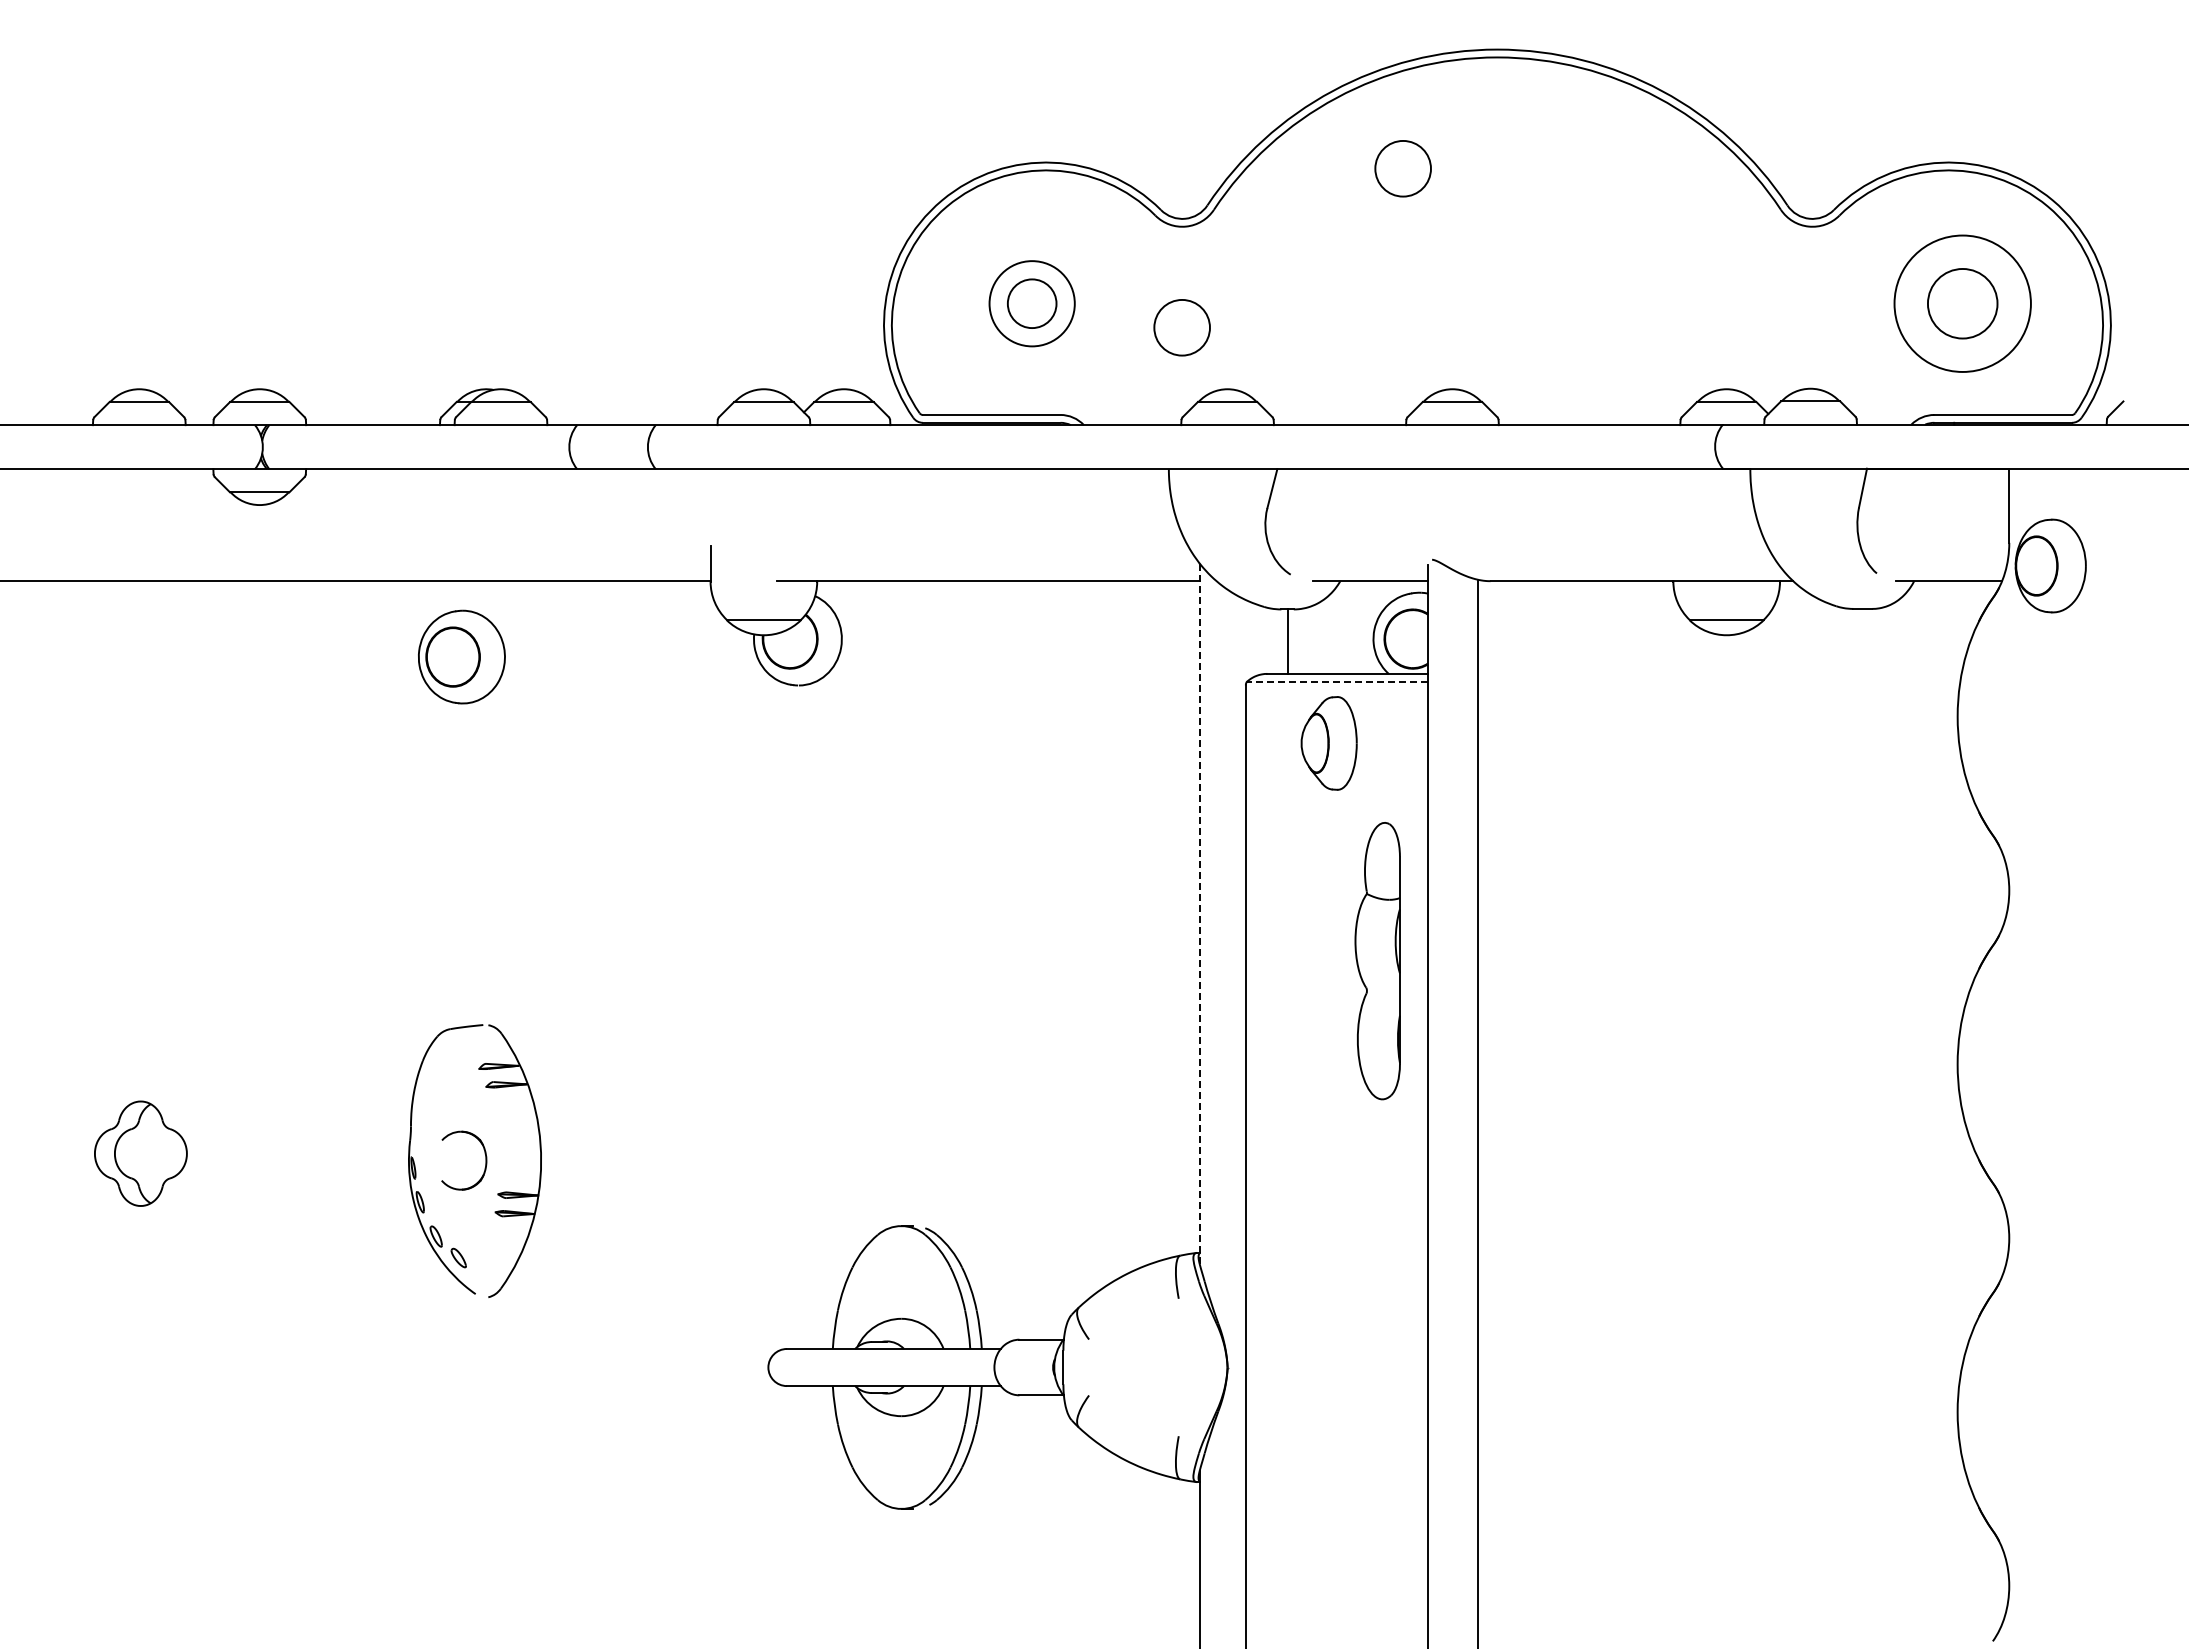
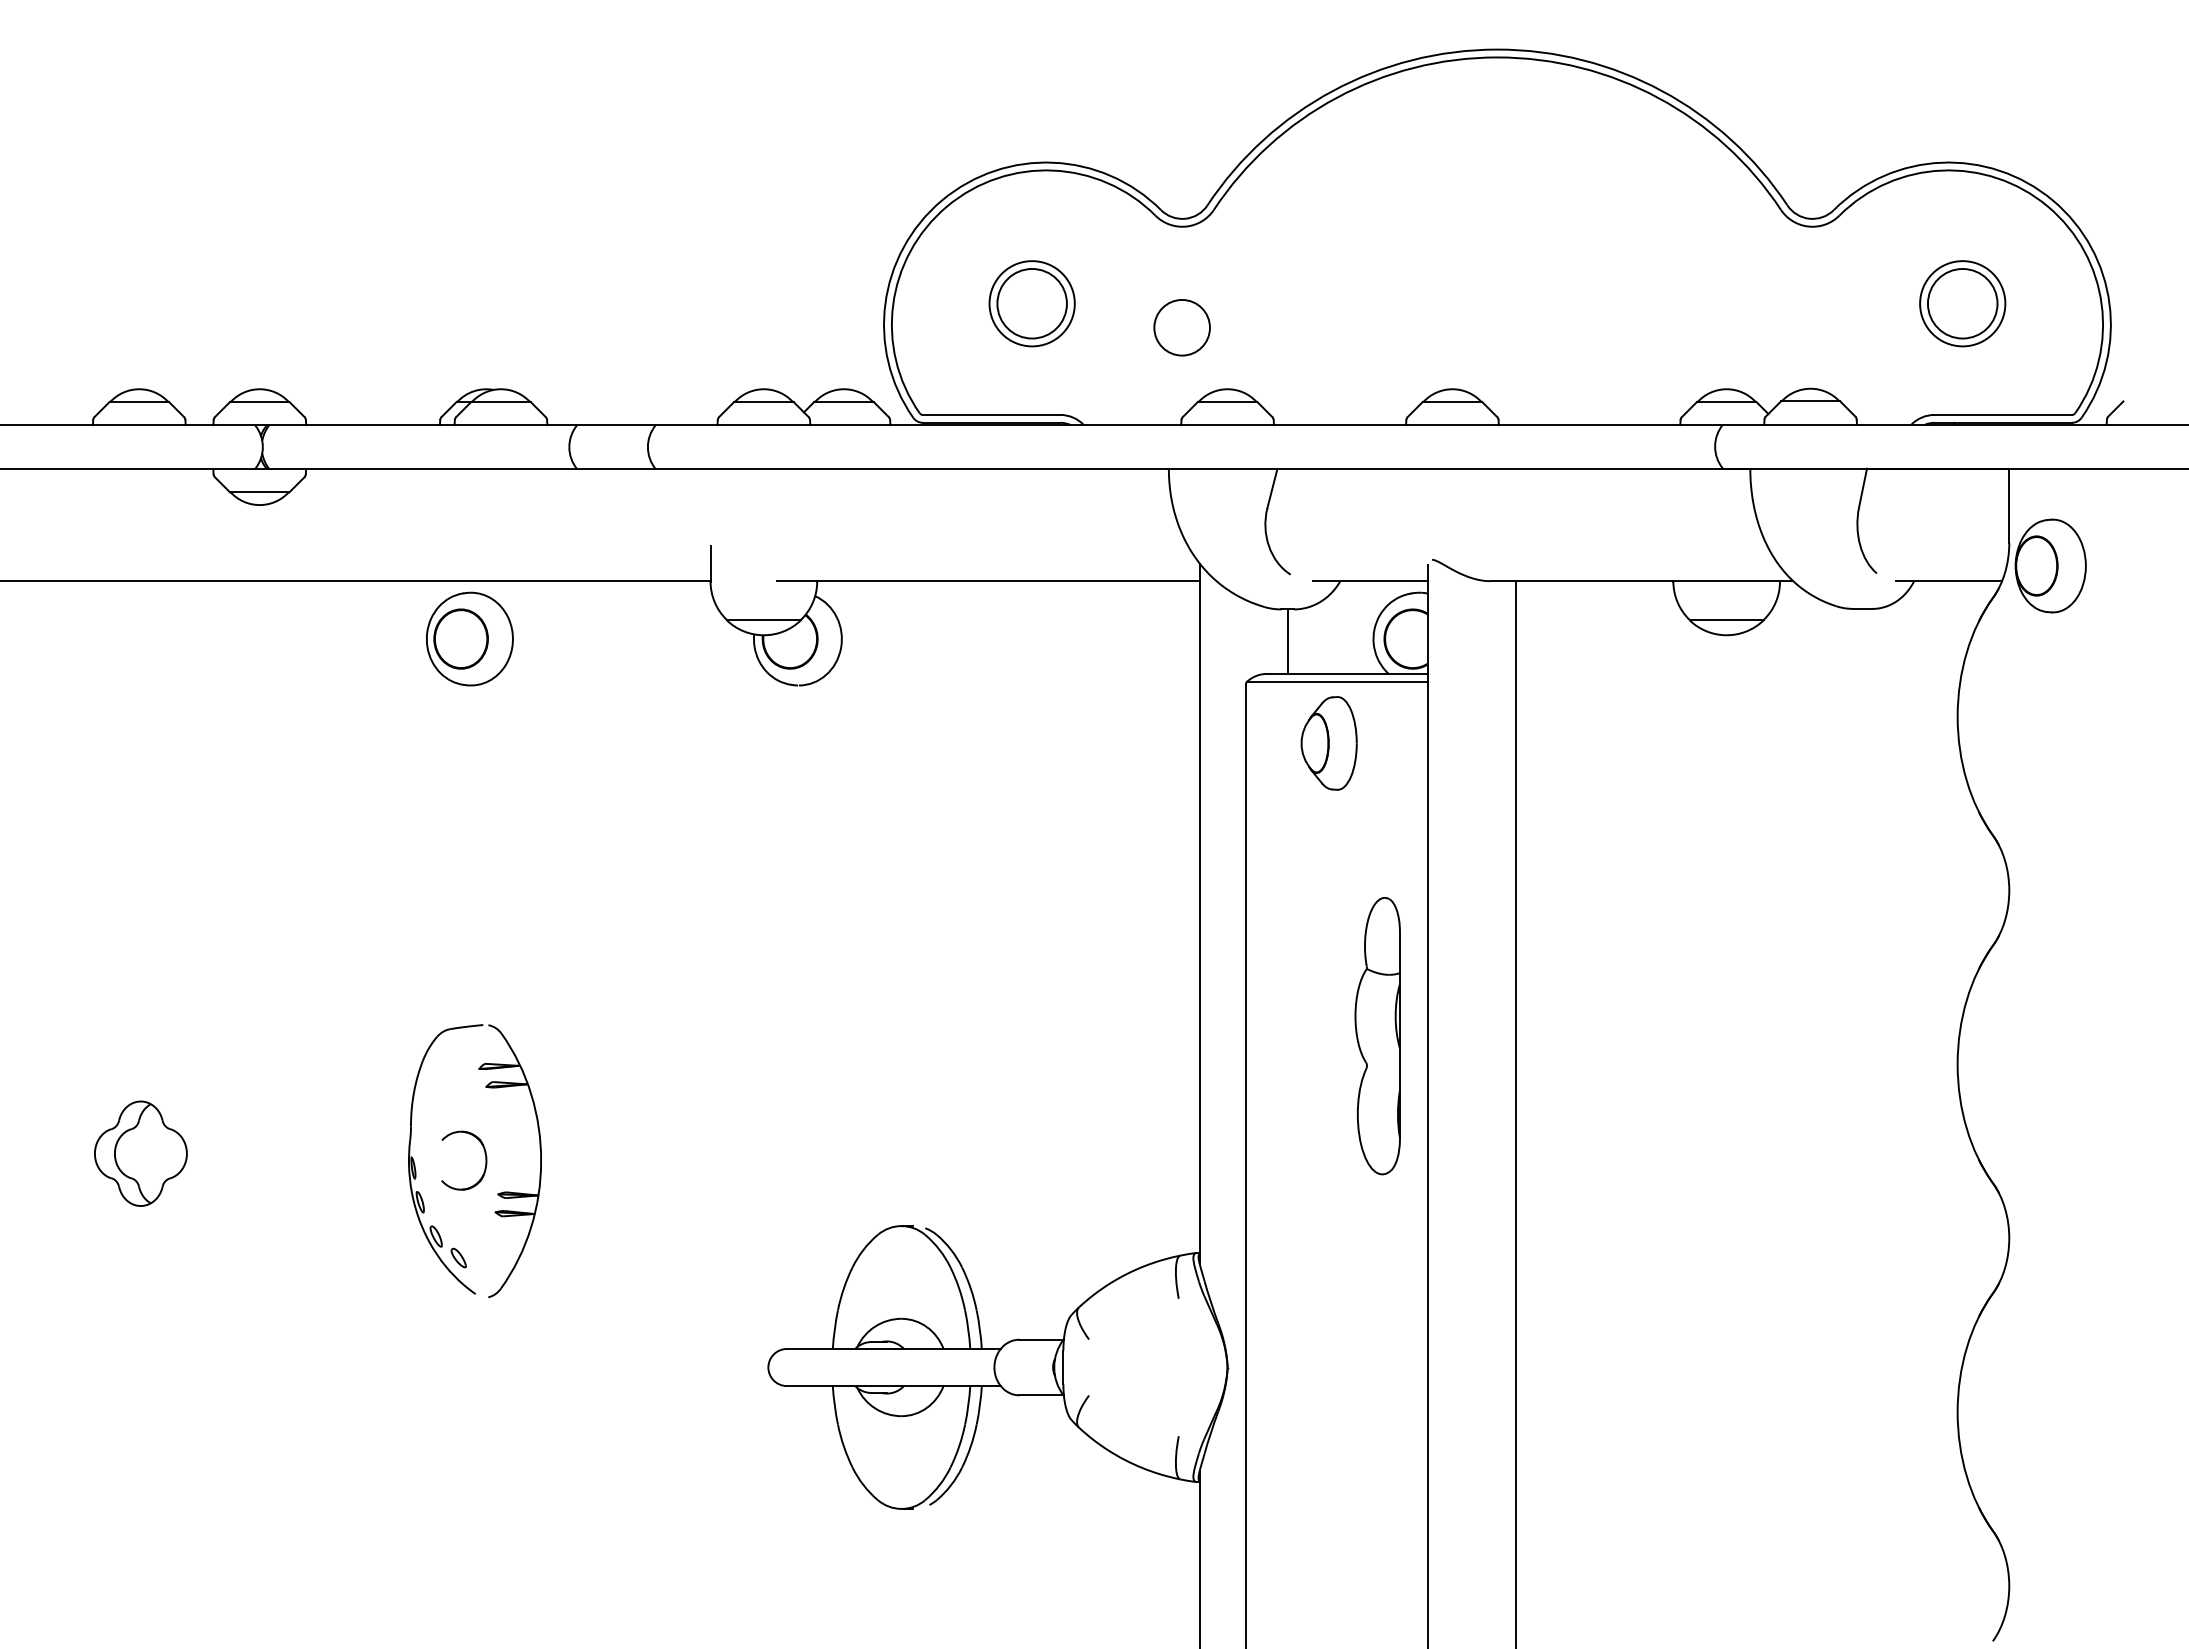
circle at (1402, 168): present -> none
circle at (1031, 303) diameter: 49 px -> 70 px
circle at (1962, 303) diameter: 136 px -> 85 px
part at (461, 656) position: (461, 656) -> (469, 638)
line at (1337, 681): dashed -> solid
line at (1199, 913): dashed -> solid
part at (1377, 961) position: (1377, 961) -> (1377, 1036)
line at (1478, 1113) position: (1478, 1113) -> (1516, 1113)
